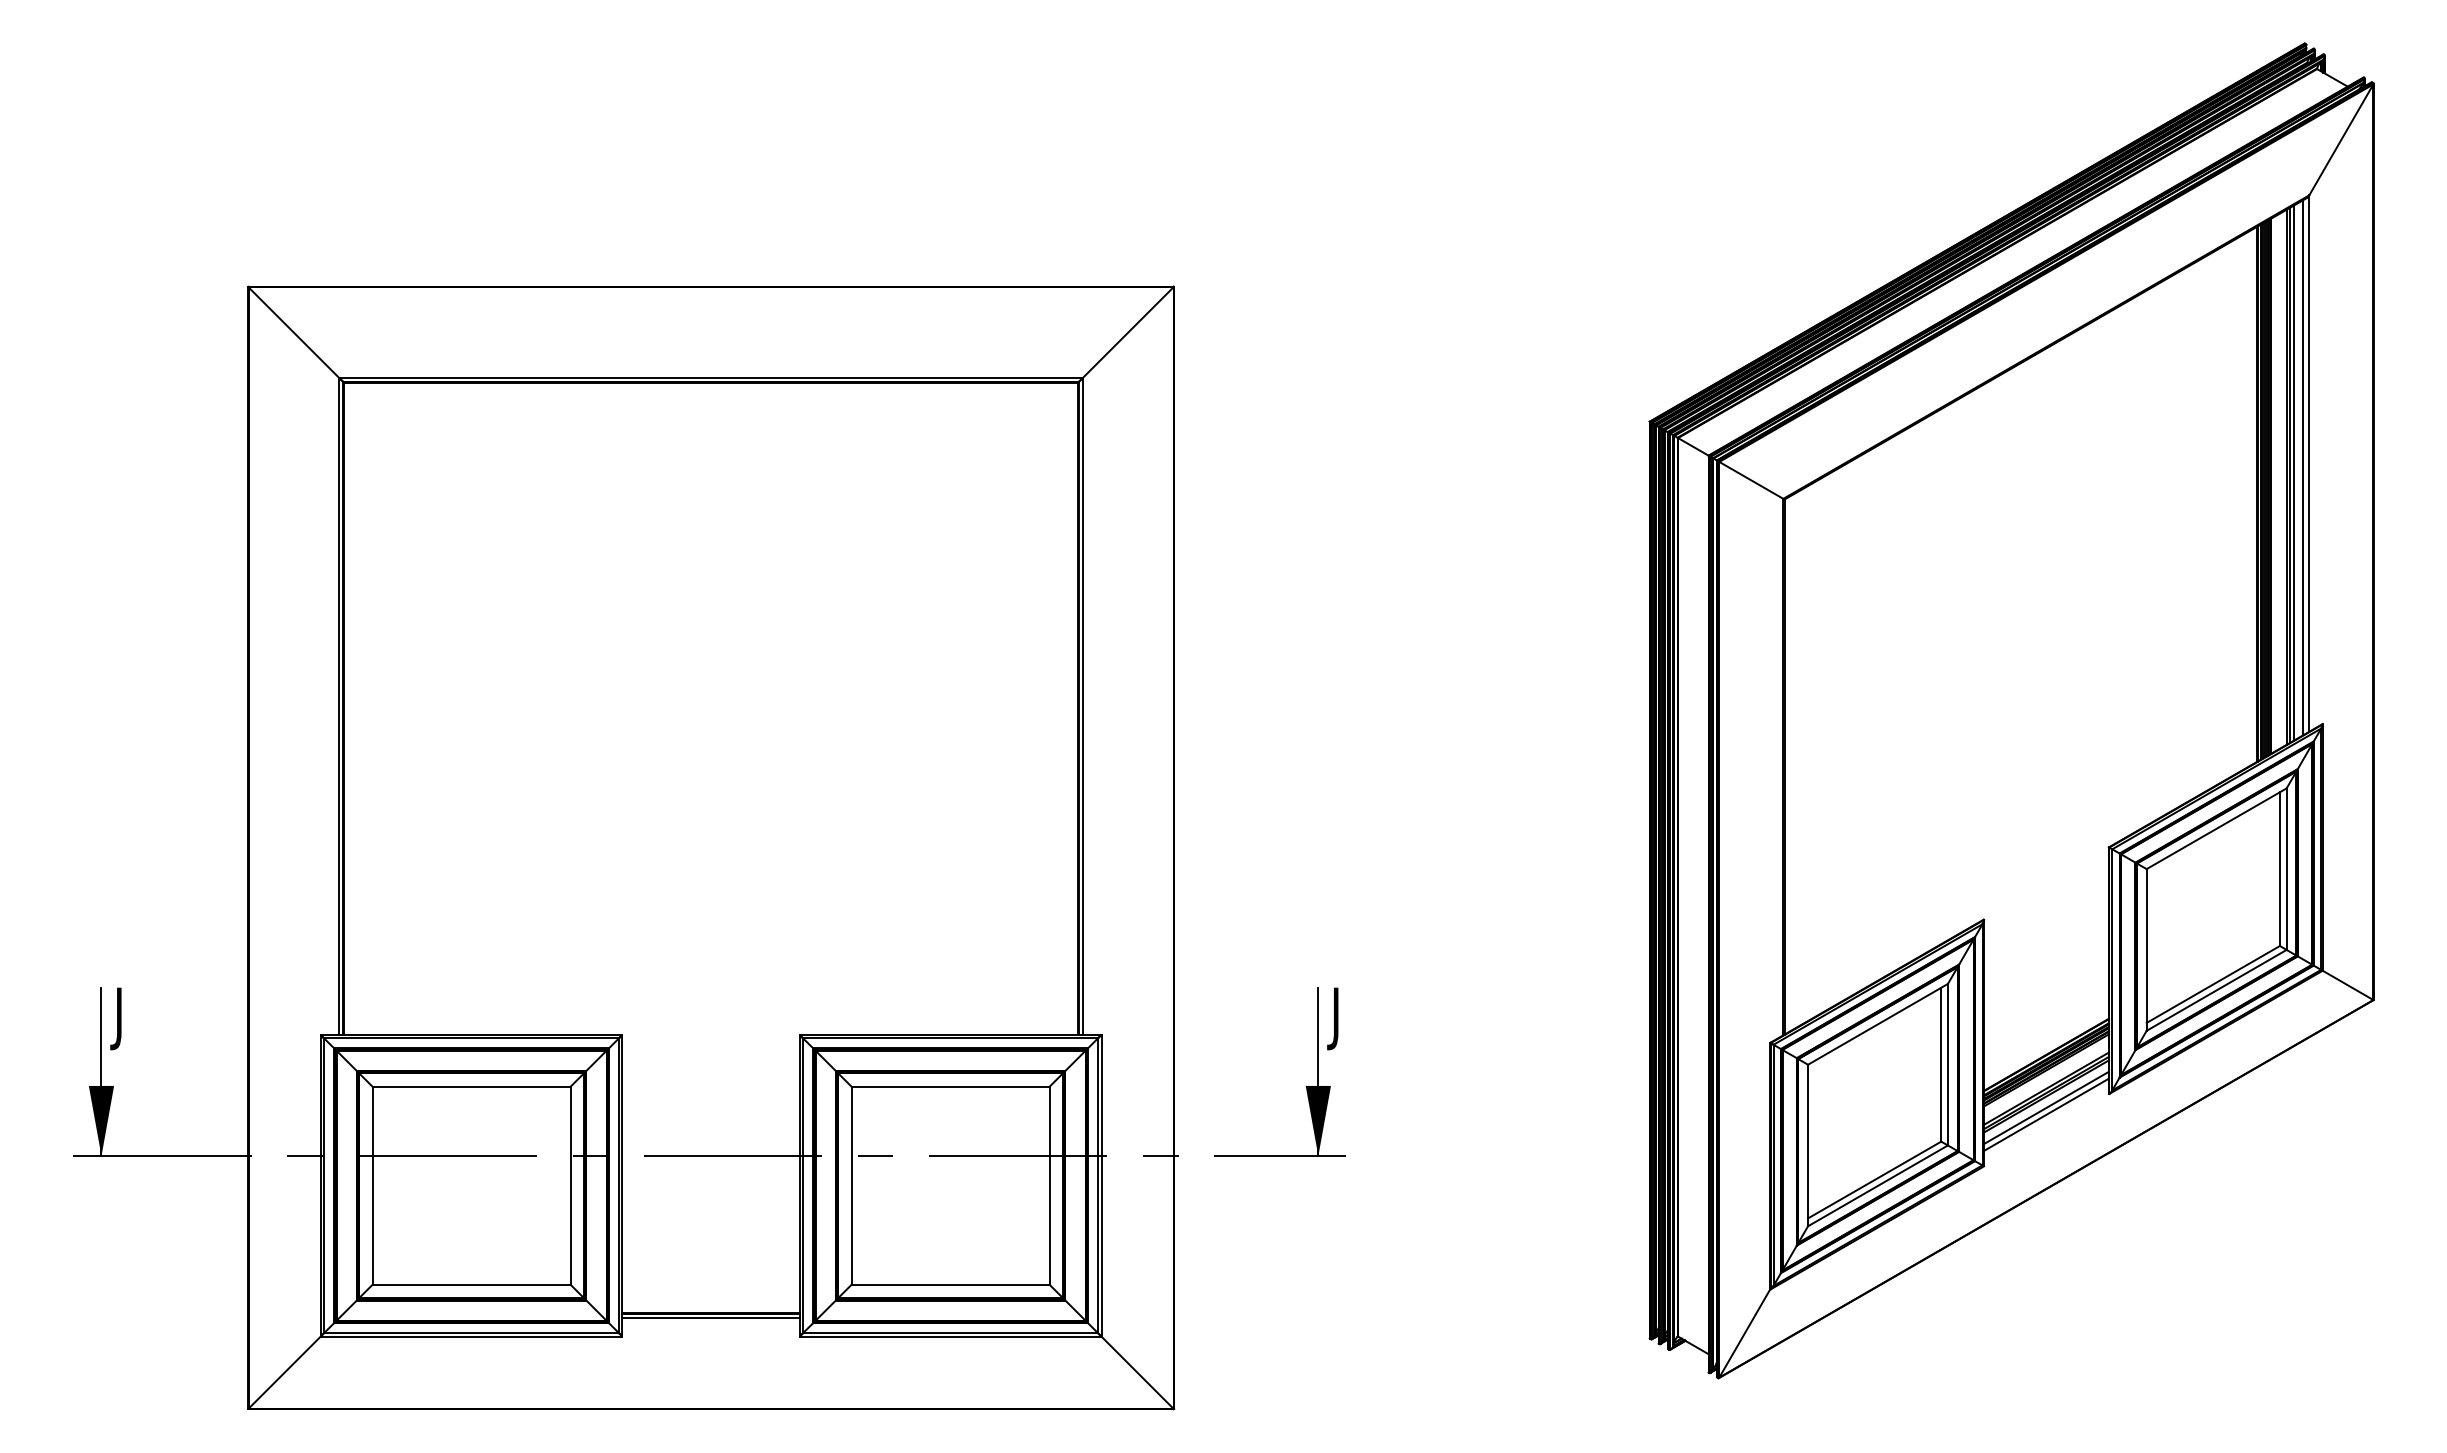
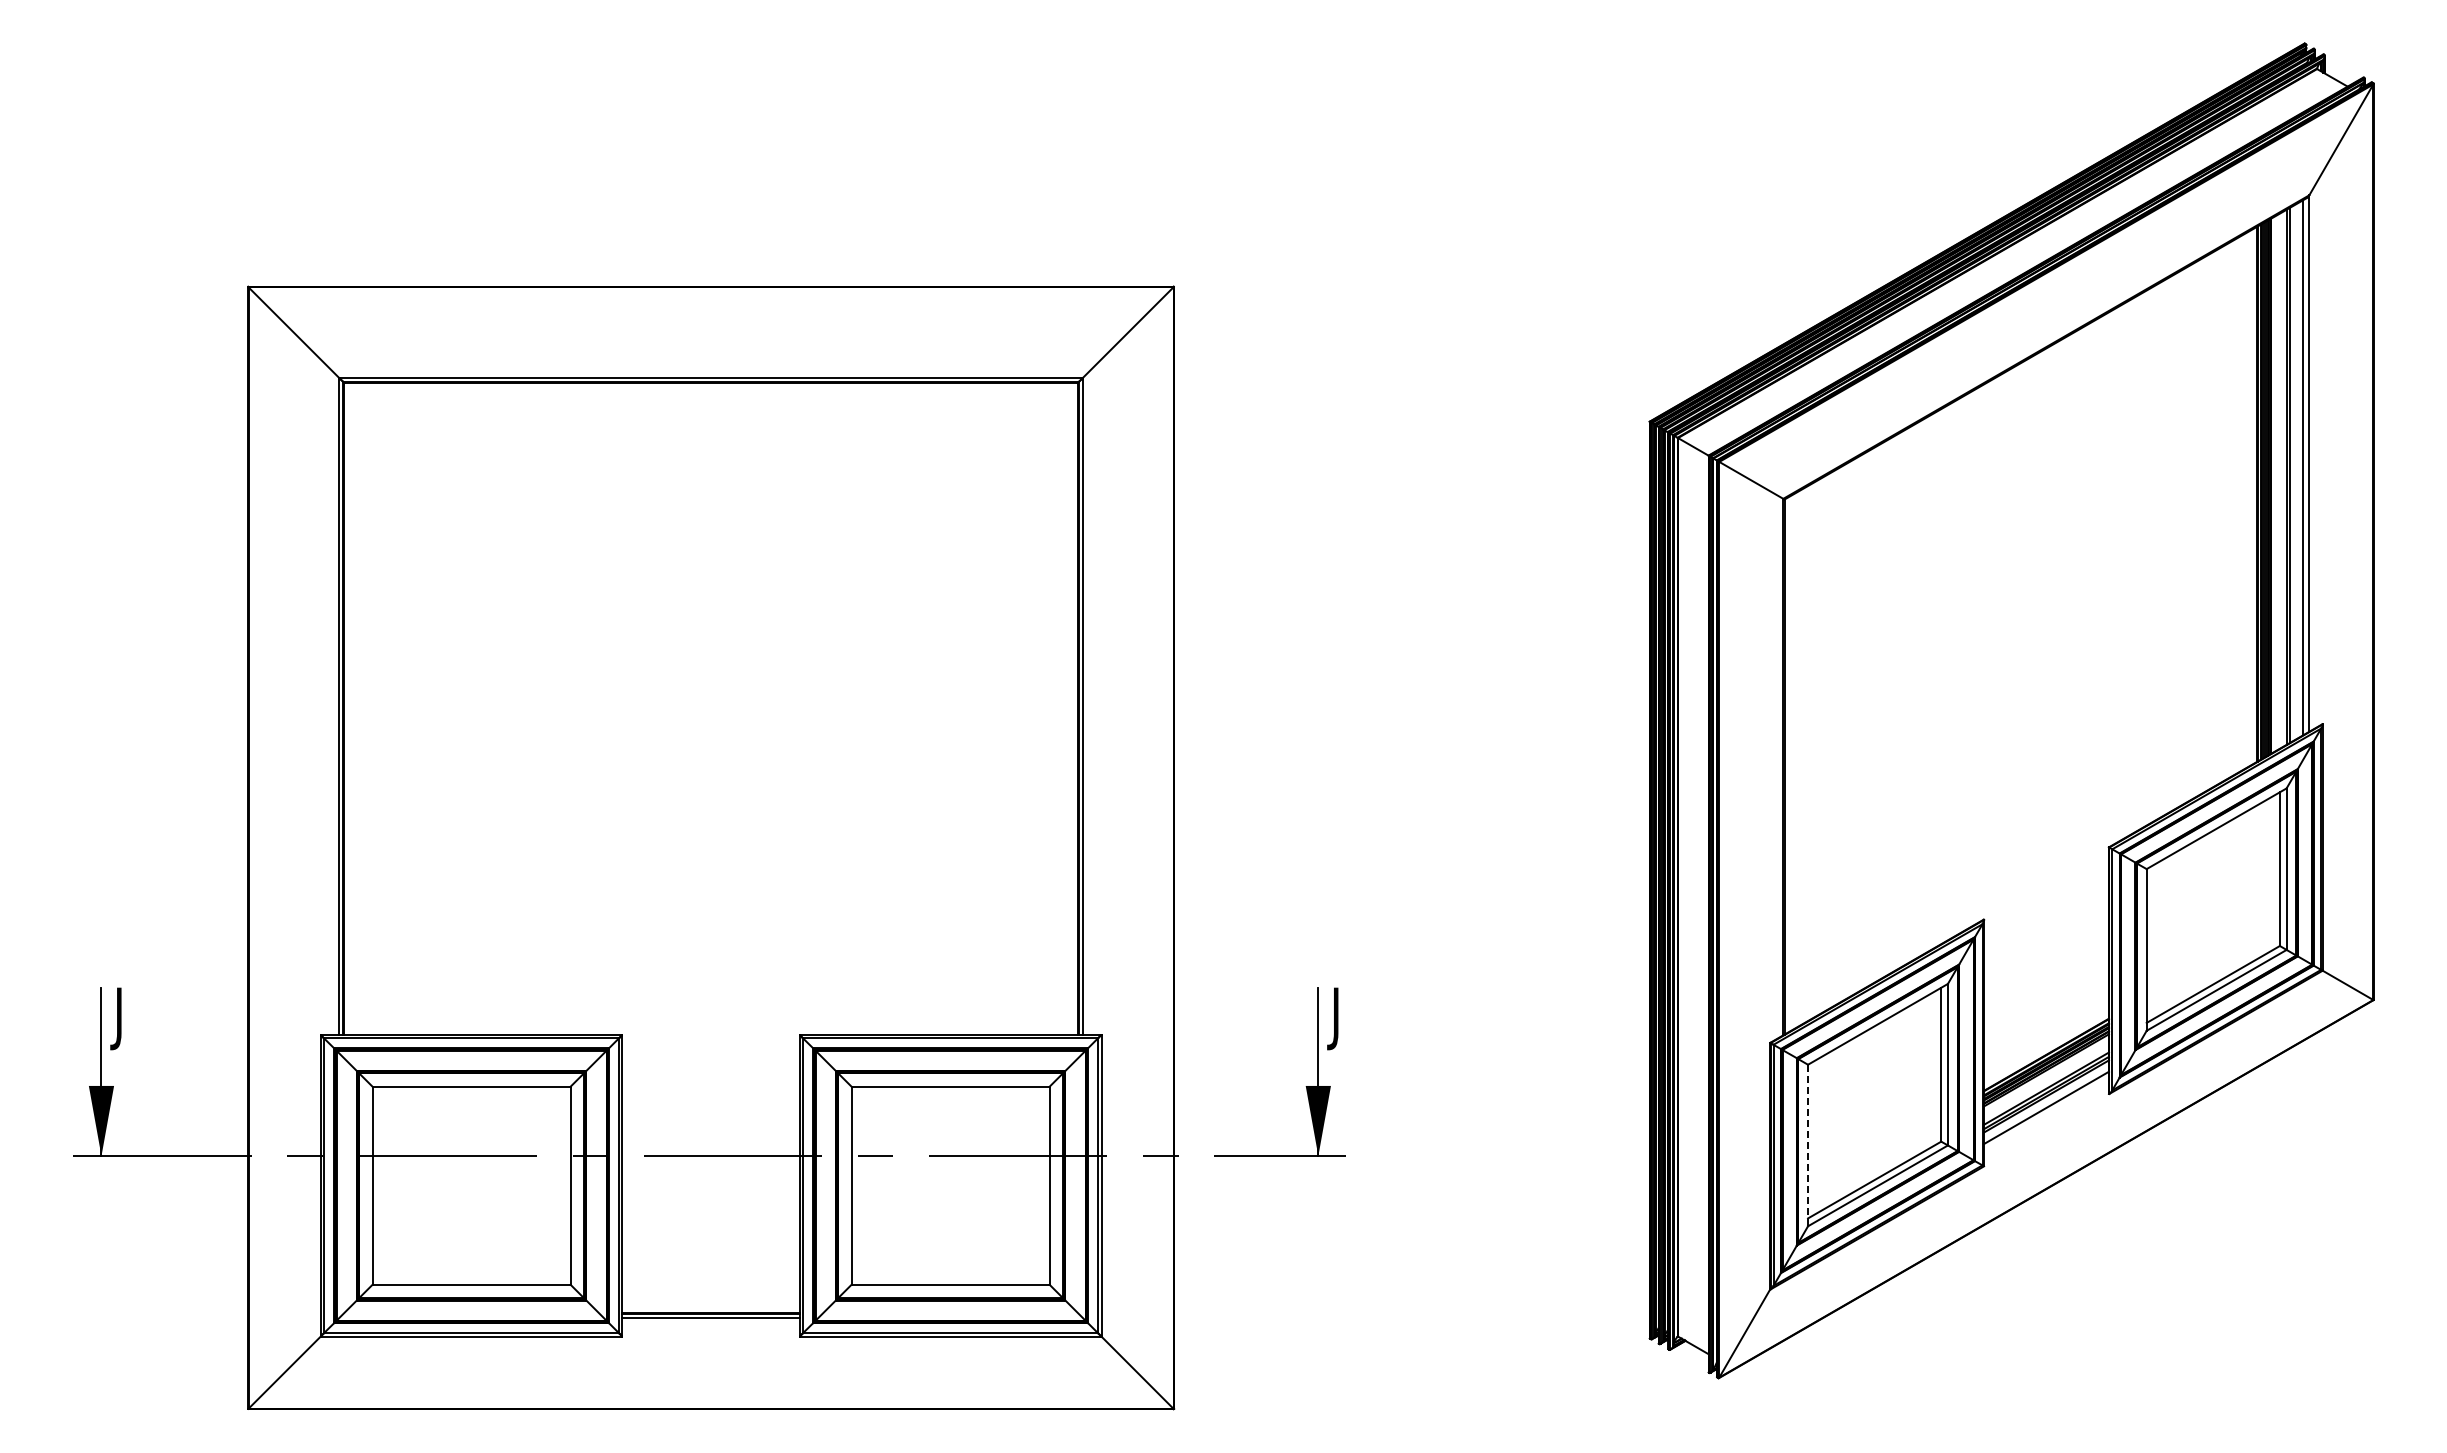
line at (2293, 472): present -> none
line at (2046, 1114): present -> none
line at (1808, 1145): solid -> dashed
